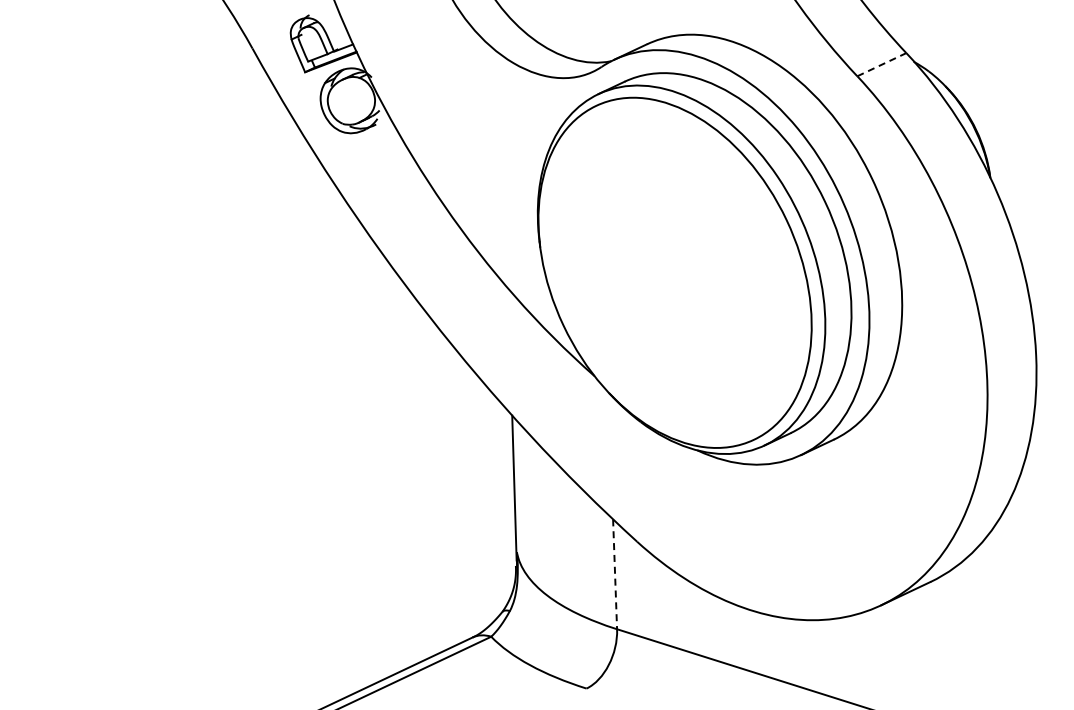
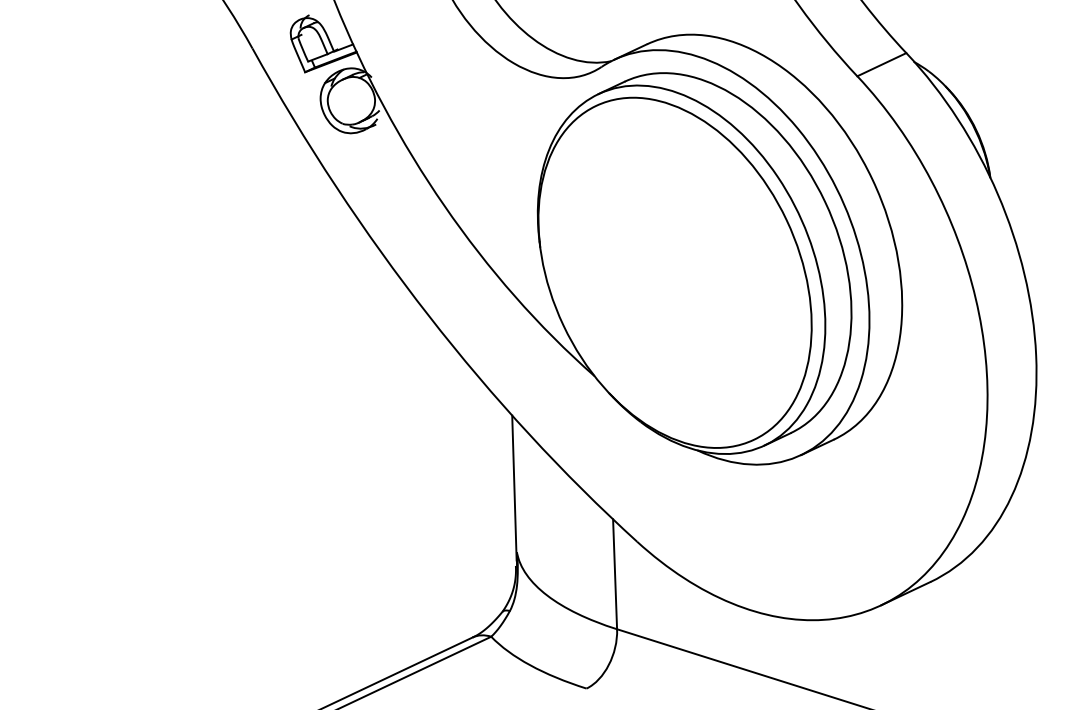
line at (882, 64): dashed -> solid
line at (615, 574): dashed -> solid
